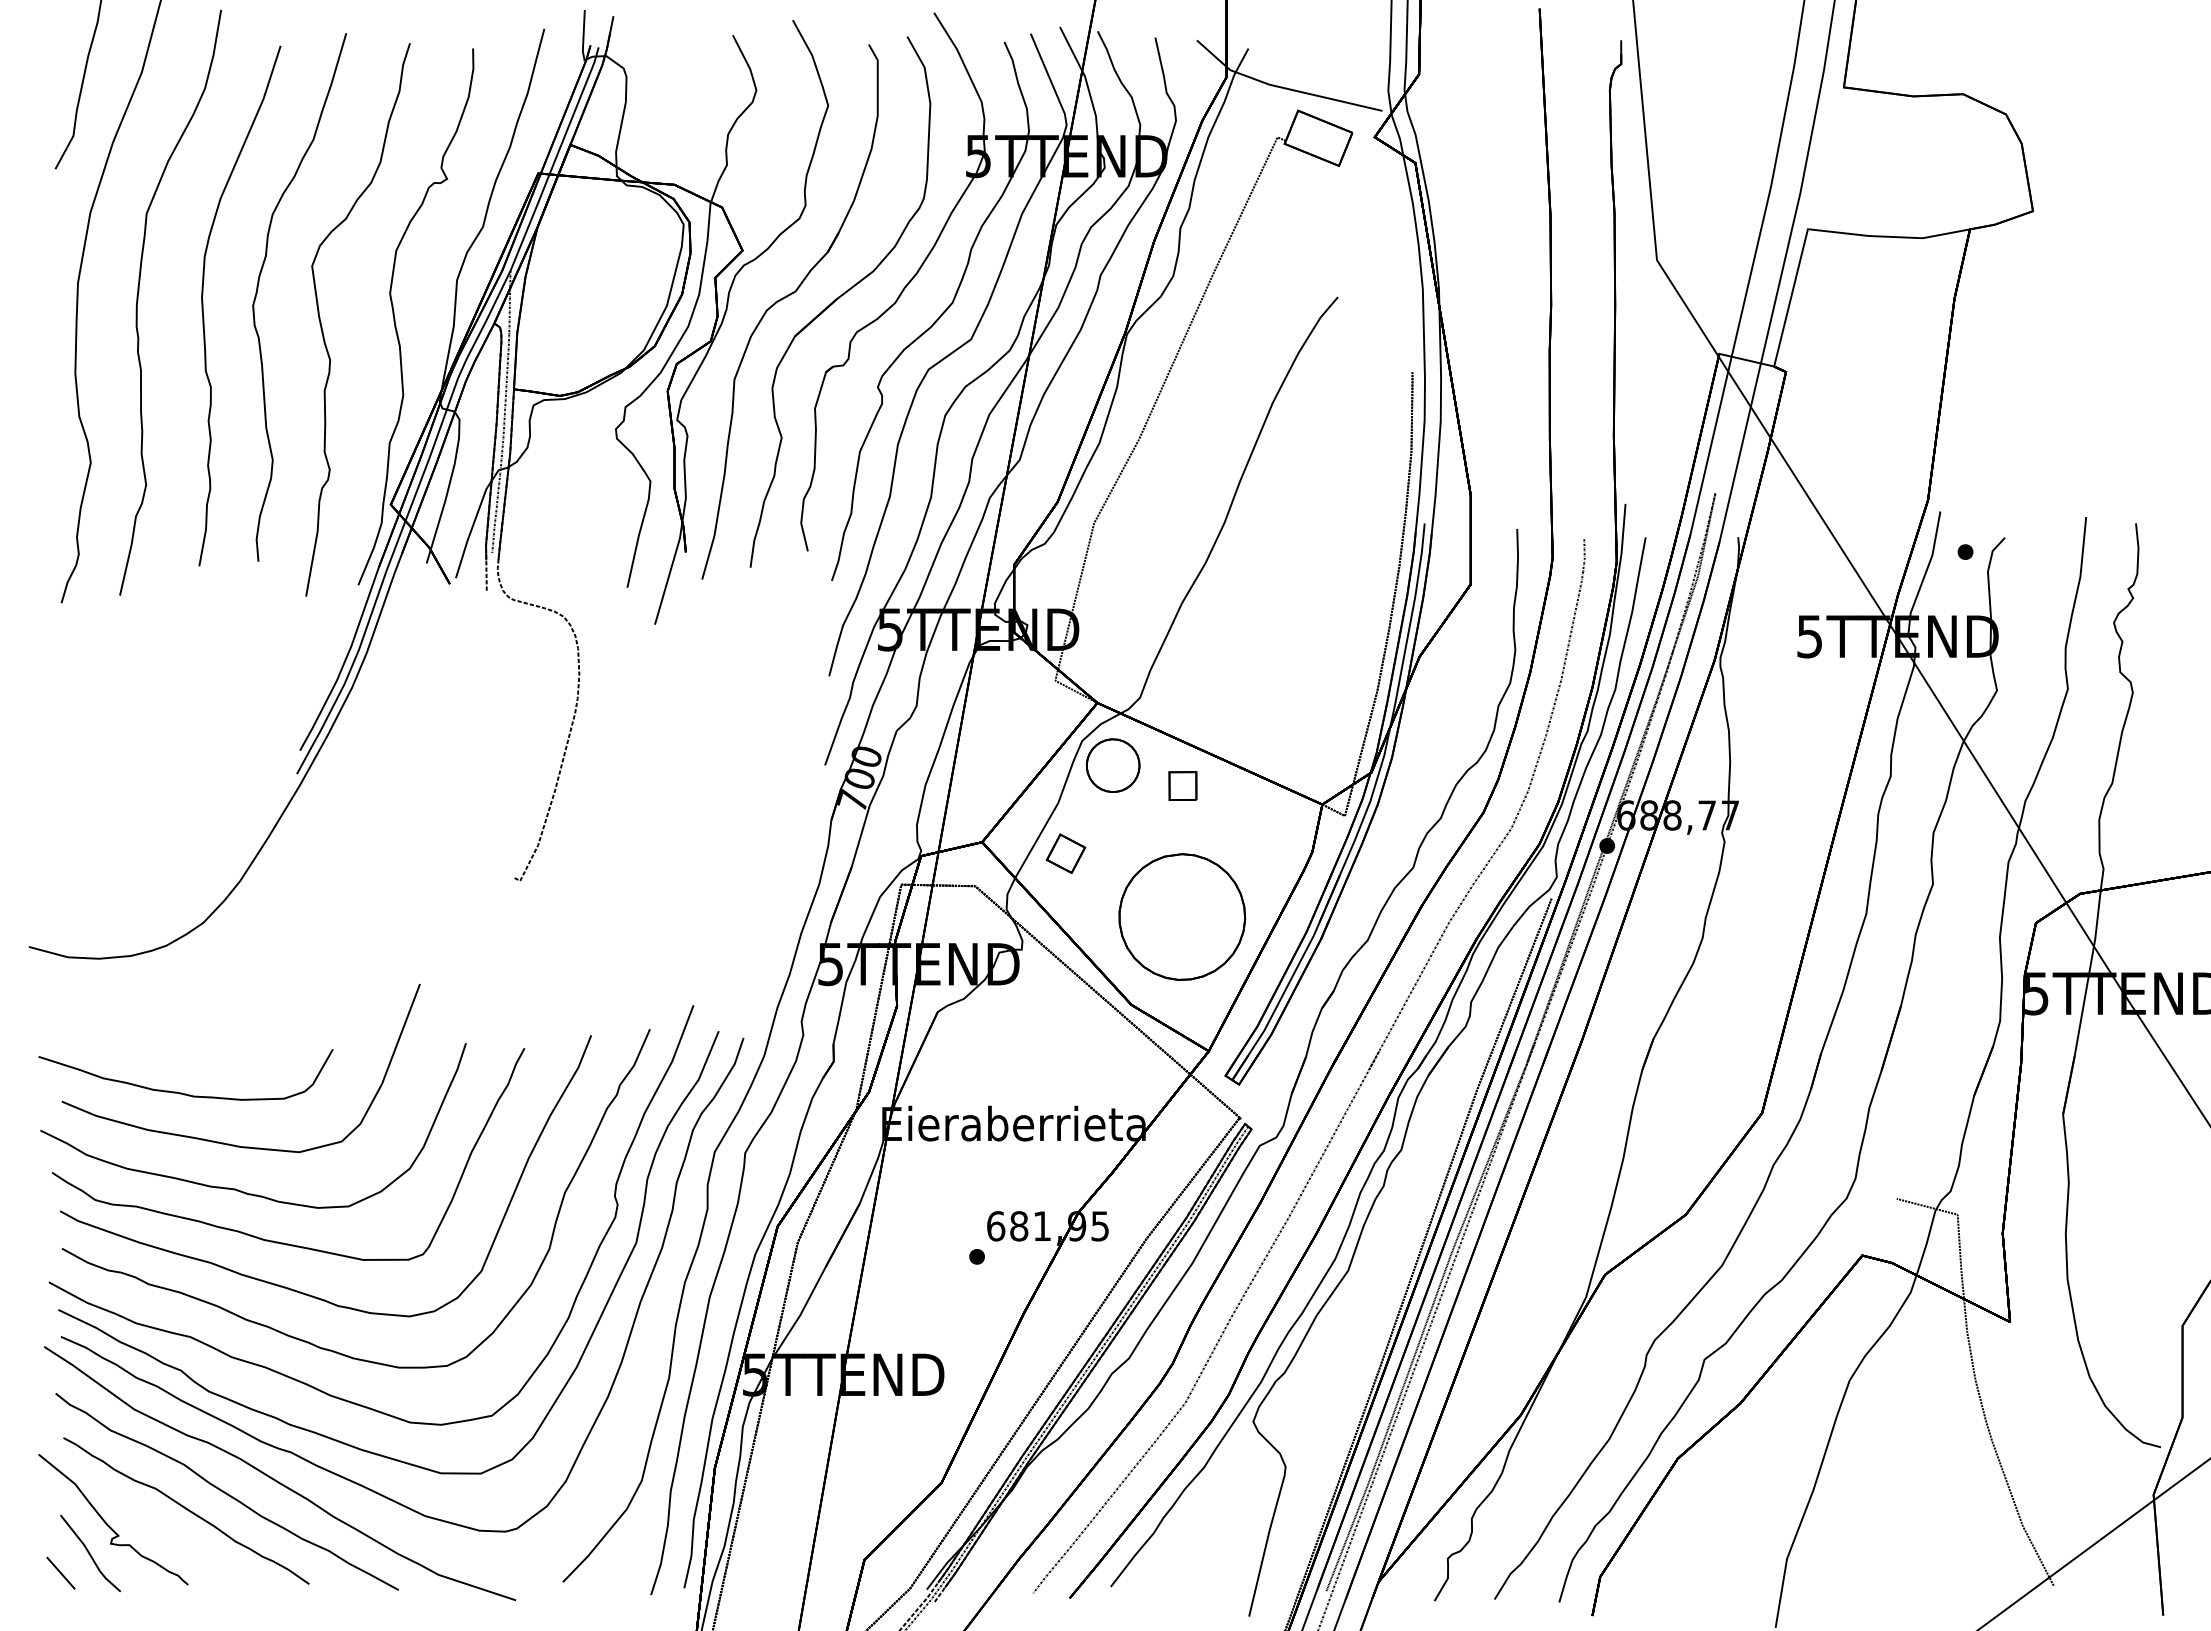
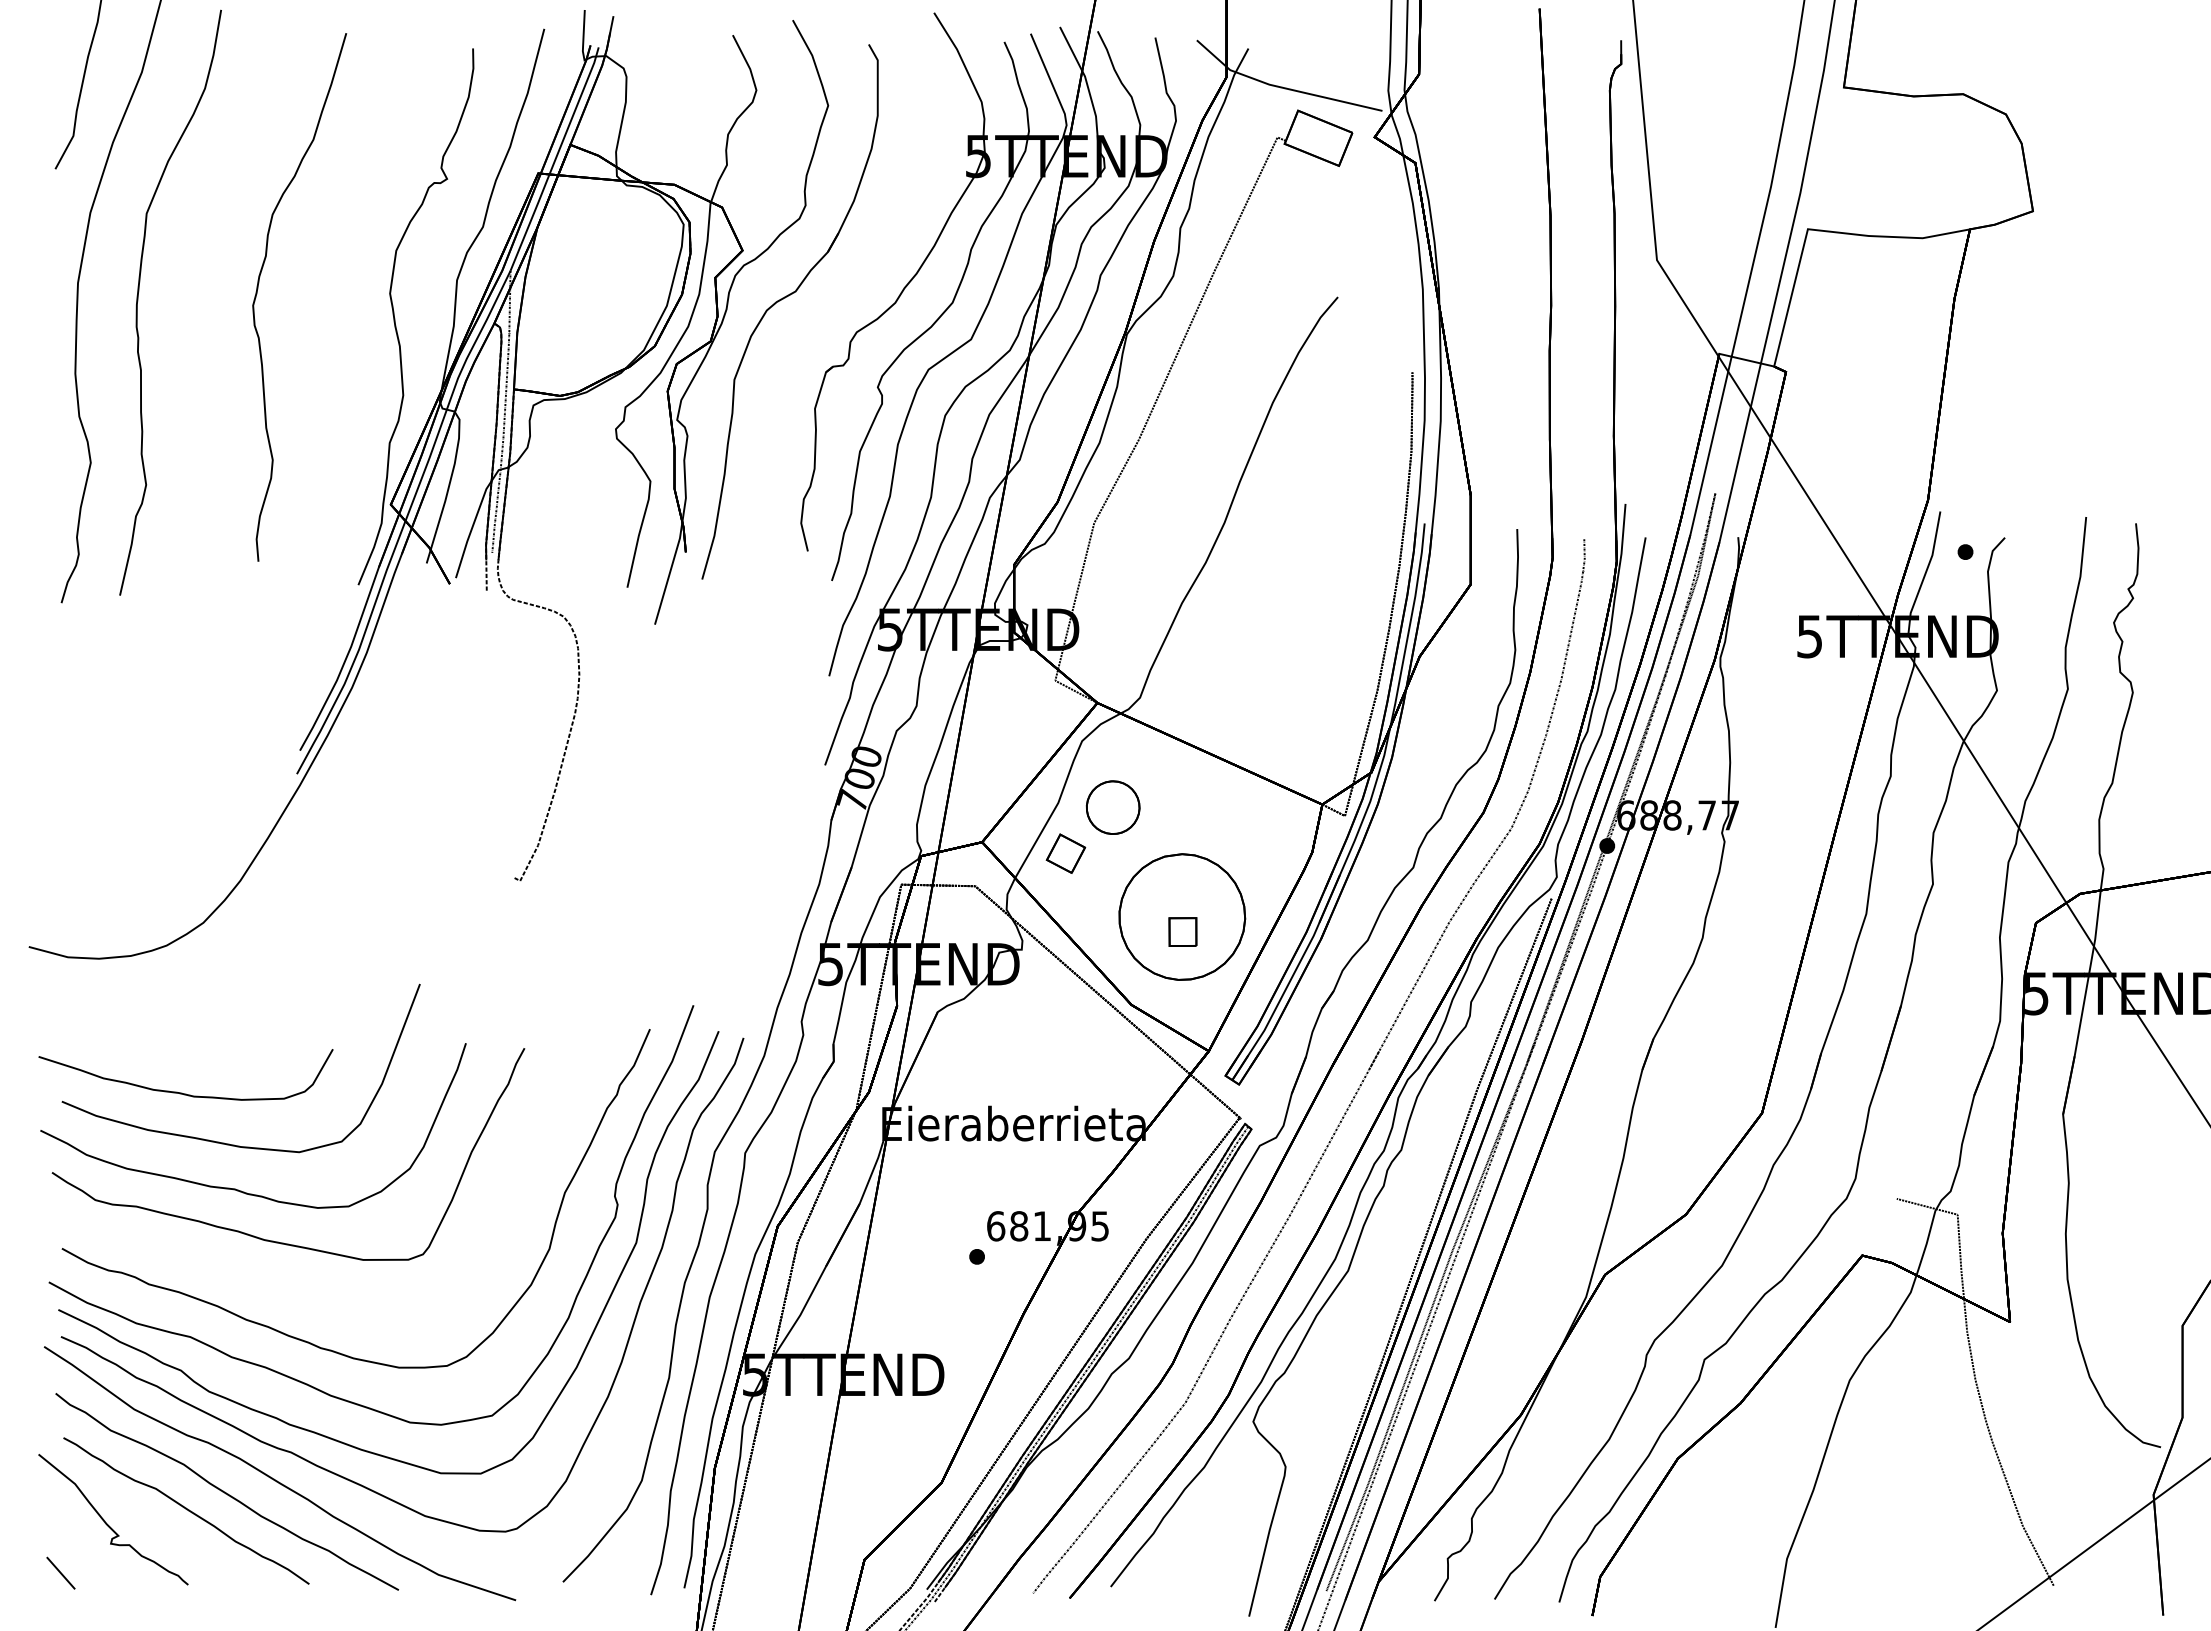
part at (840, 301): present -> none
part at (203, 305): present -> none
part at (322, 326): present -> none
part at (1112, 765) position: (1112, 765) -> (1112, 807)
part at (1182, 785) position: (1182, 785) -> (1182, 931)
curve at (288, 1287): present -> none
curve at (90, 1553): present -> none
